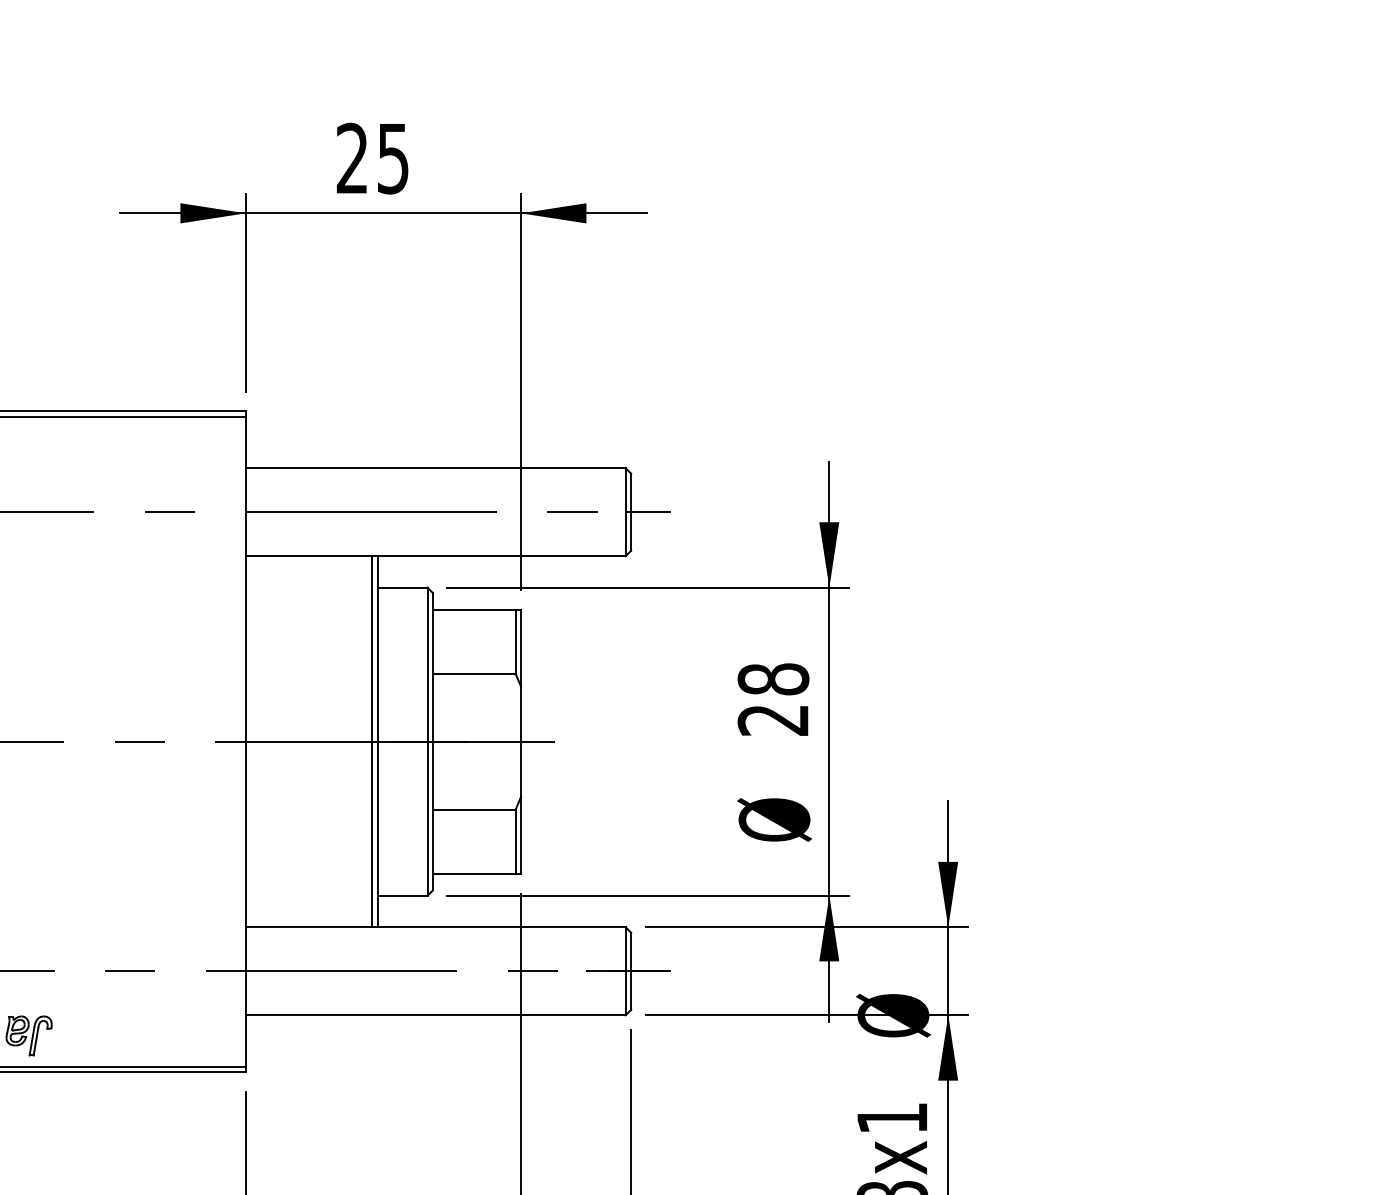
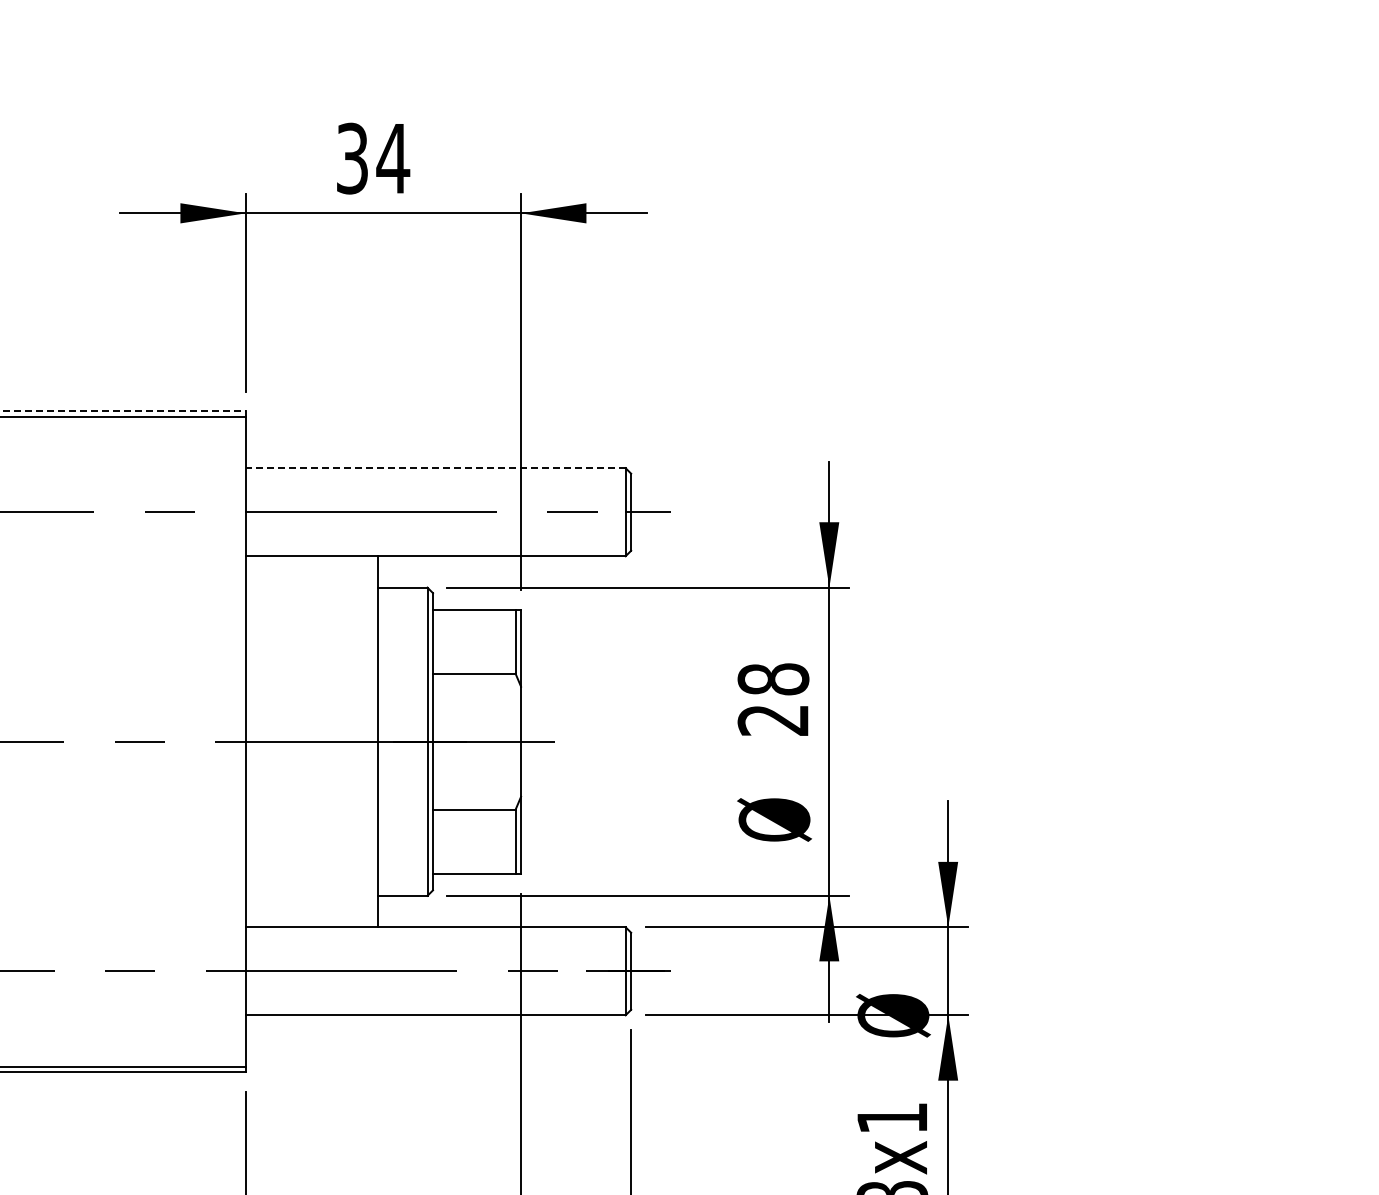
text at (373, 158): 25 -> 34
line at (122, 411): solid -> dashed
line at (435, 468): solid -> dashed
line at (372, 741): present -> none
part at (28, 1035): present -> none
